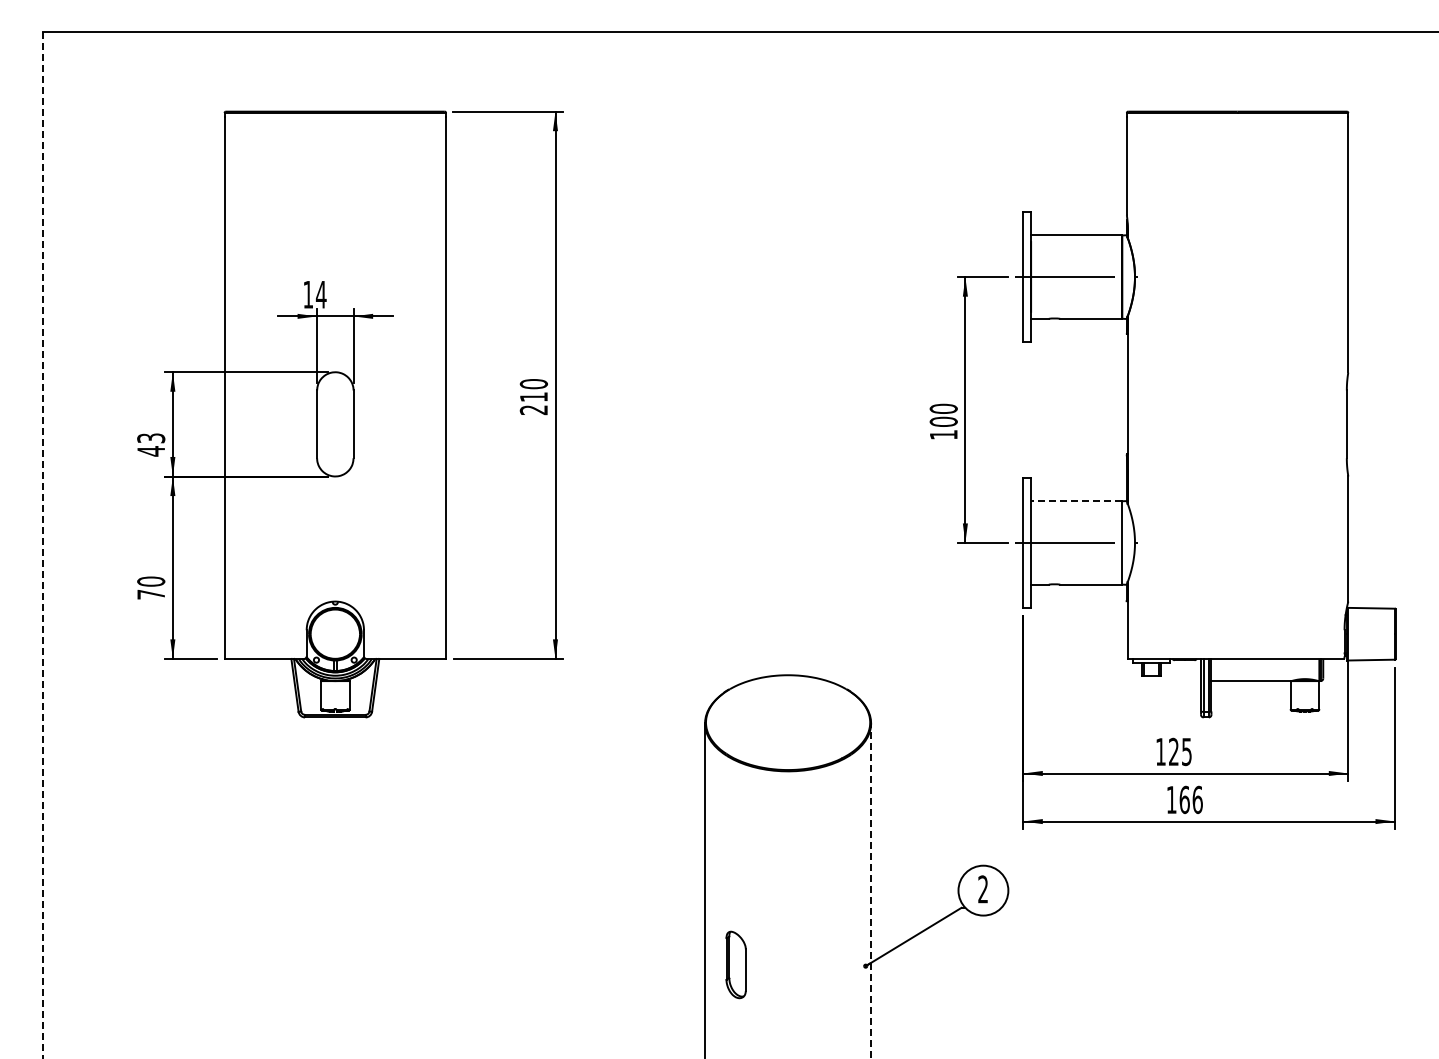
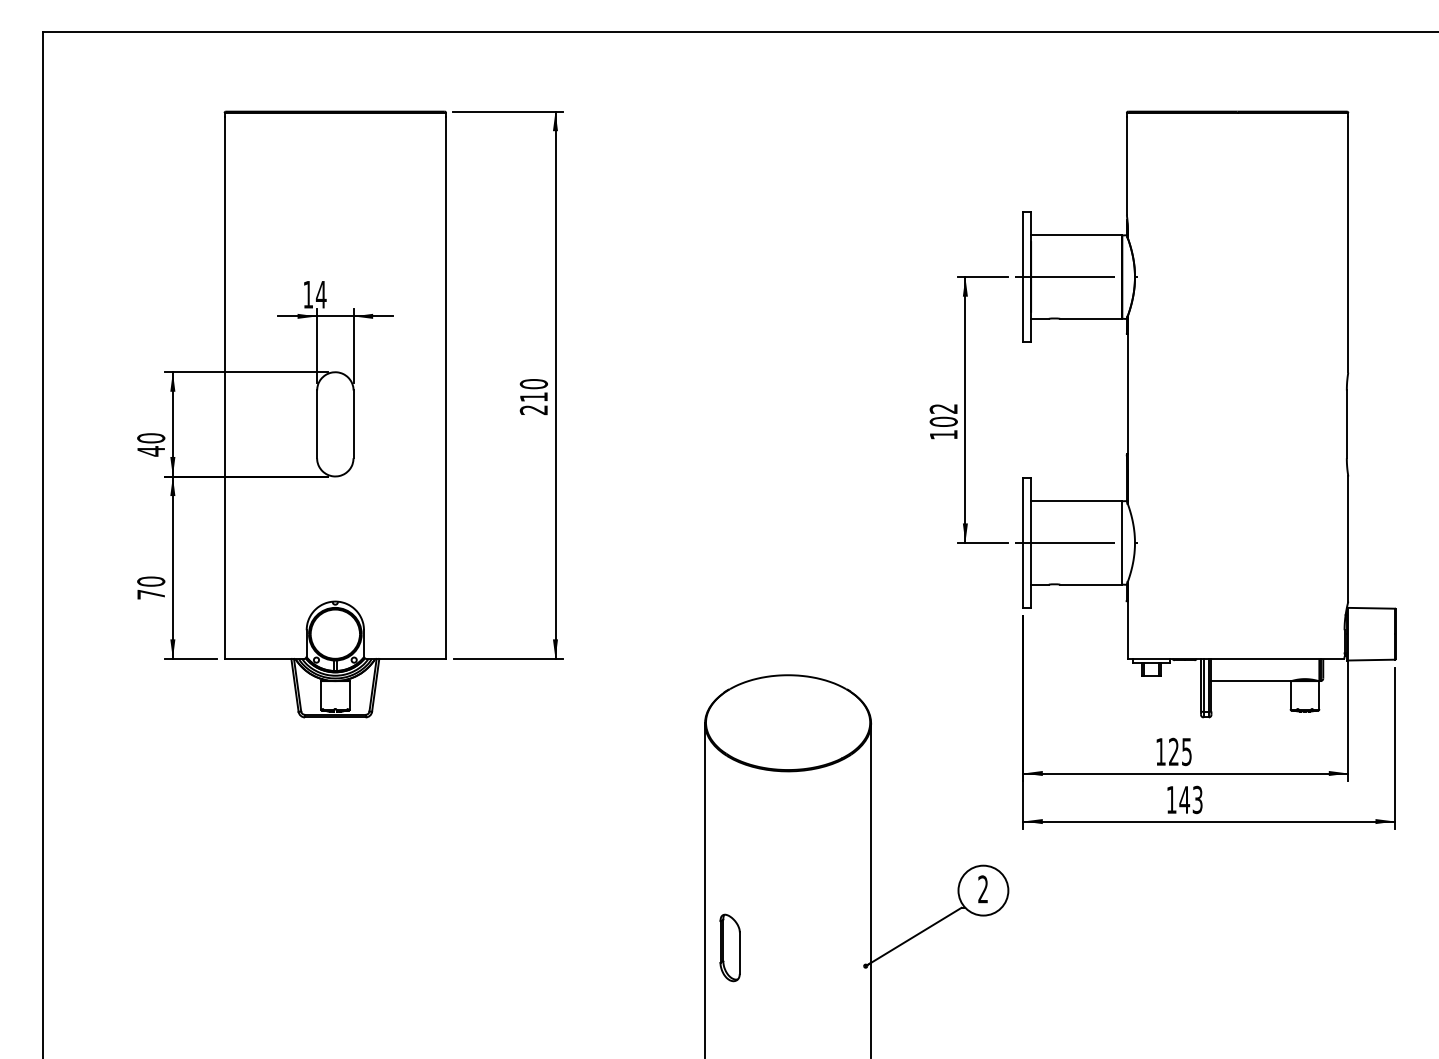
text at (943, 408): 100 -> 102
text at (151, 438): 43 -> 40
line at (1076, 501): dashed -> solid
line at (43, 545): dashed -> solid
text at (1190, 799): 166 -> 143
line at (871, 891): dashed -> solid
part at (735, 964) position: (735, 964) -> (729, 947)
